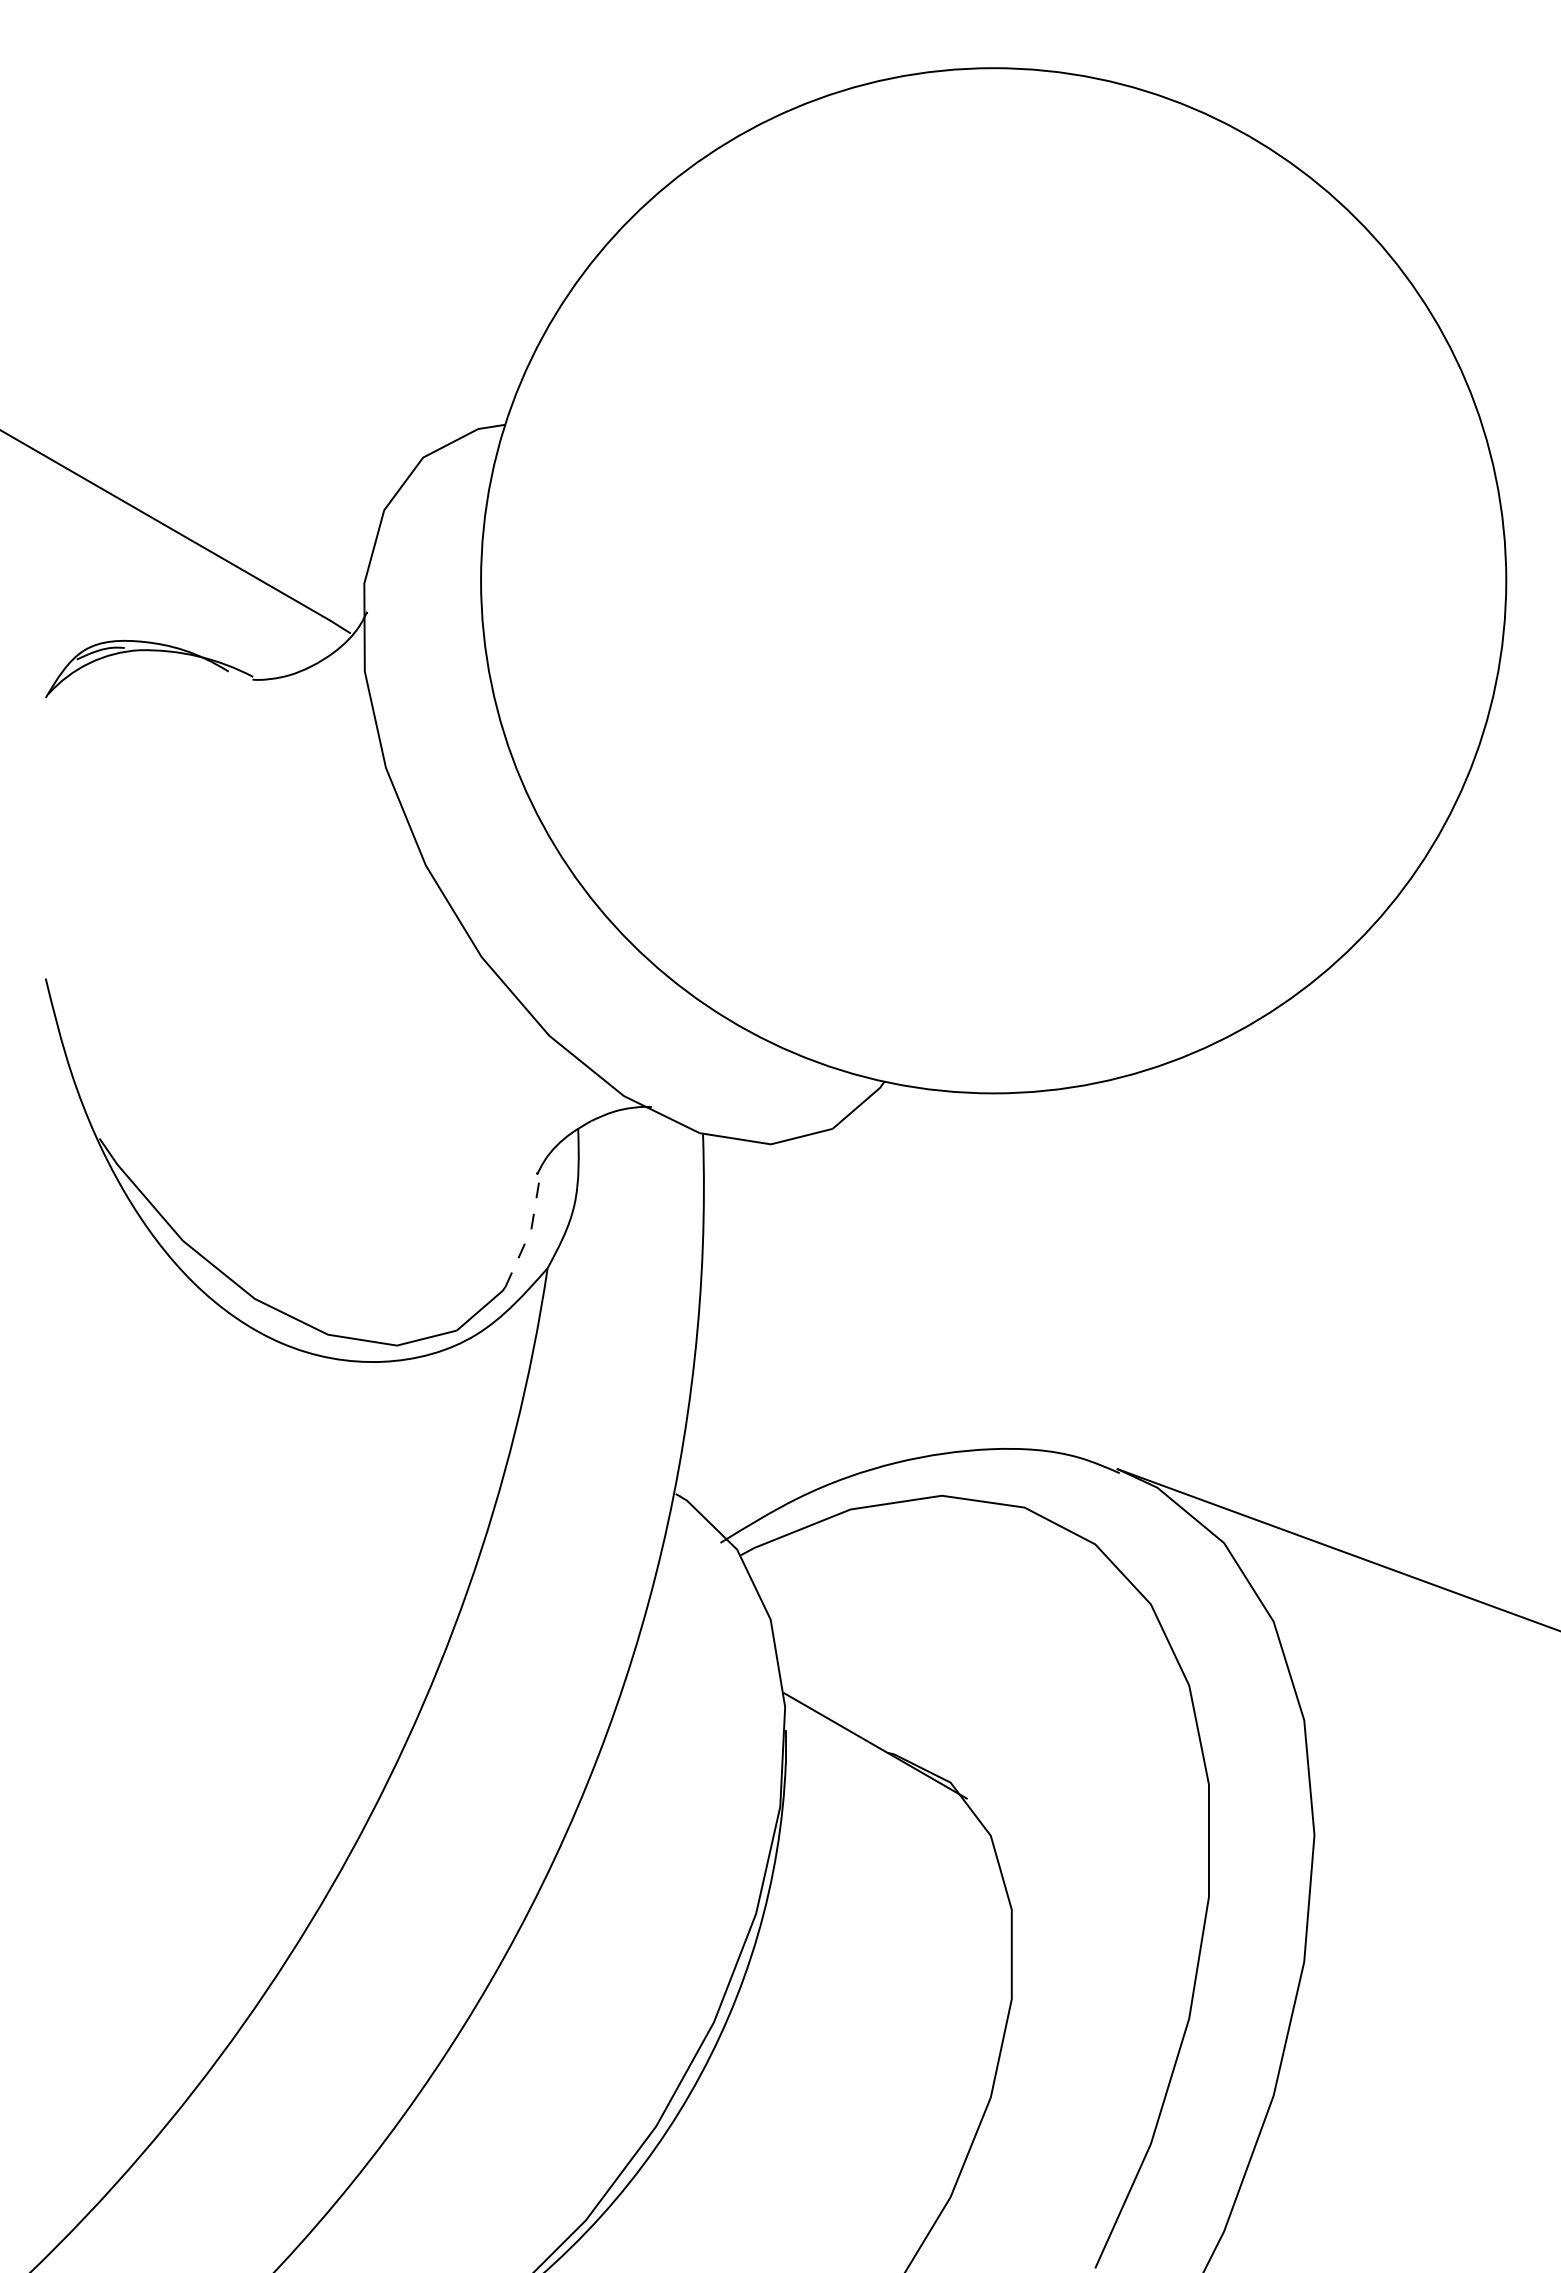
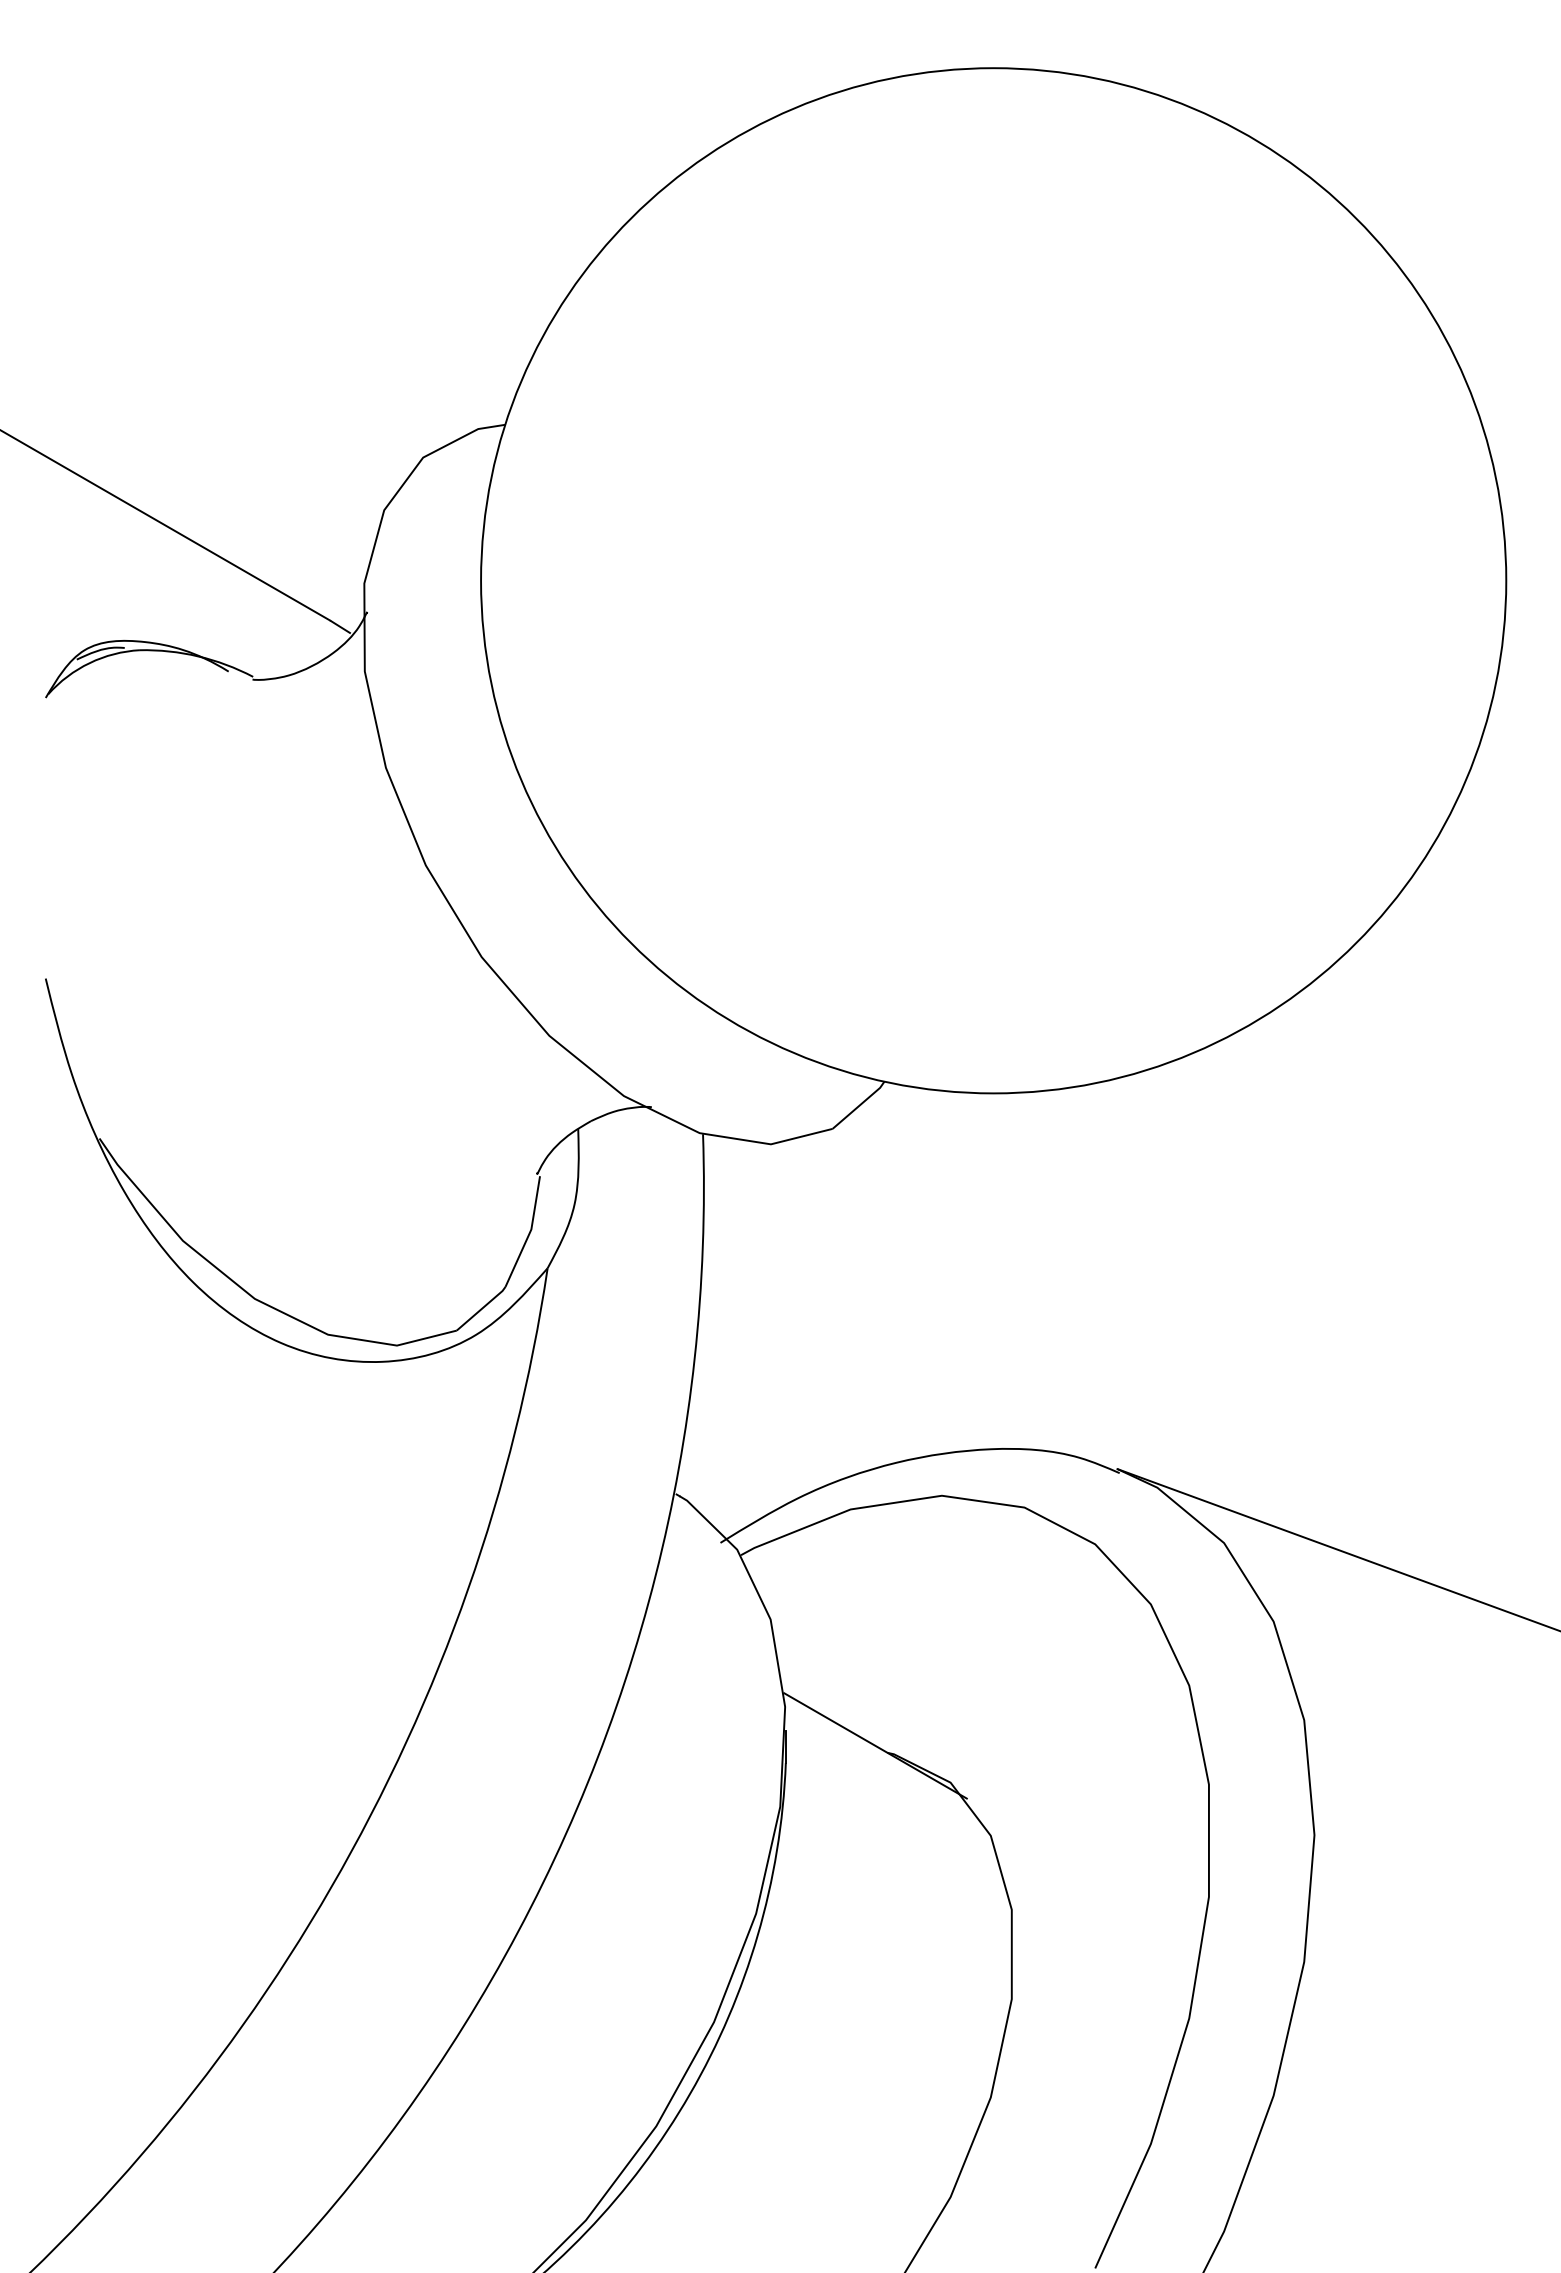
line at (530, 1232): dashed -> solid
